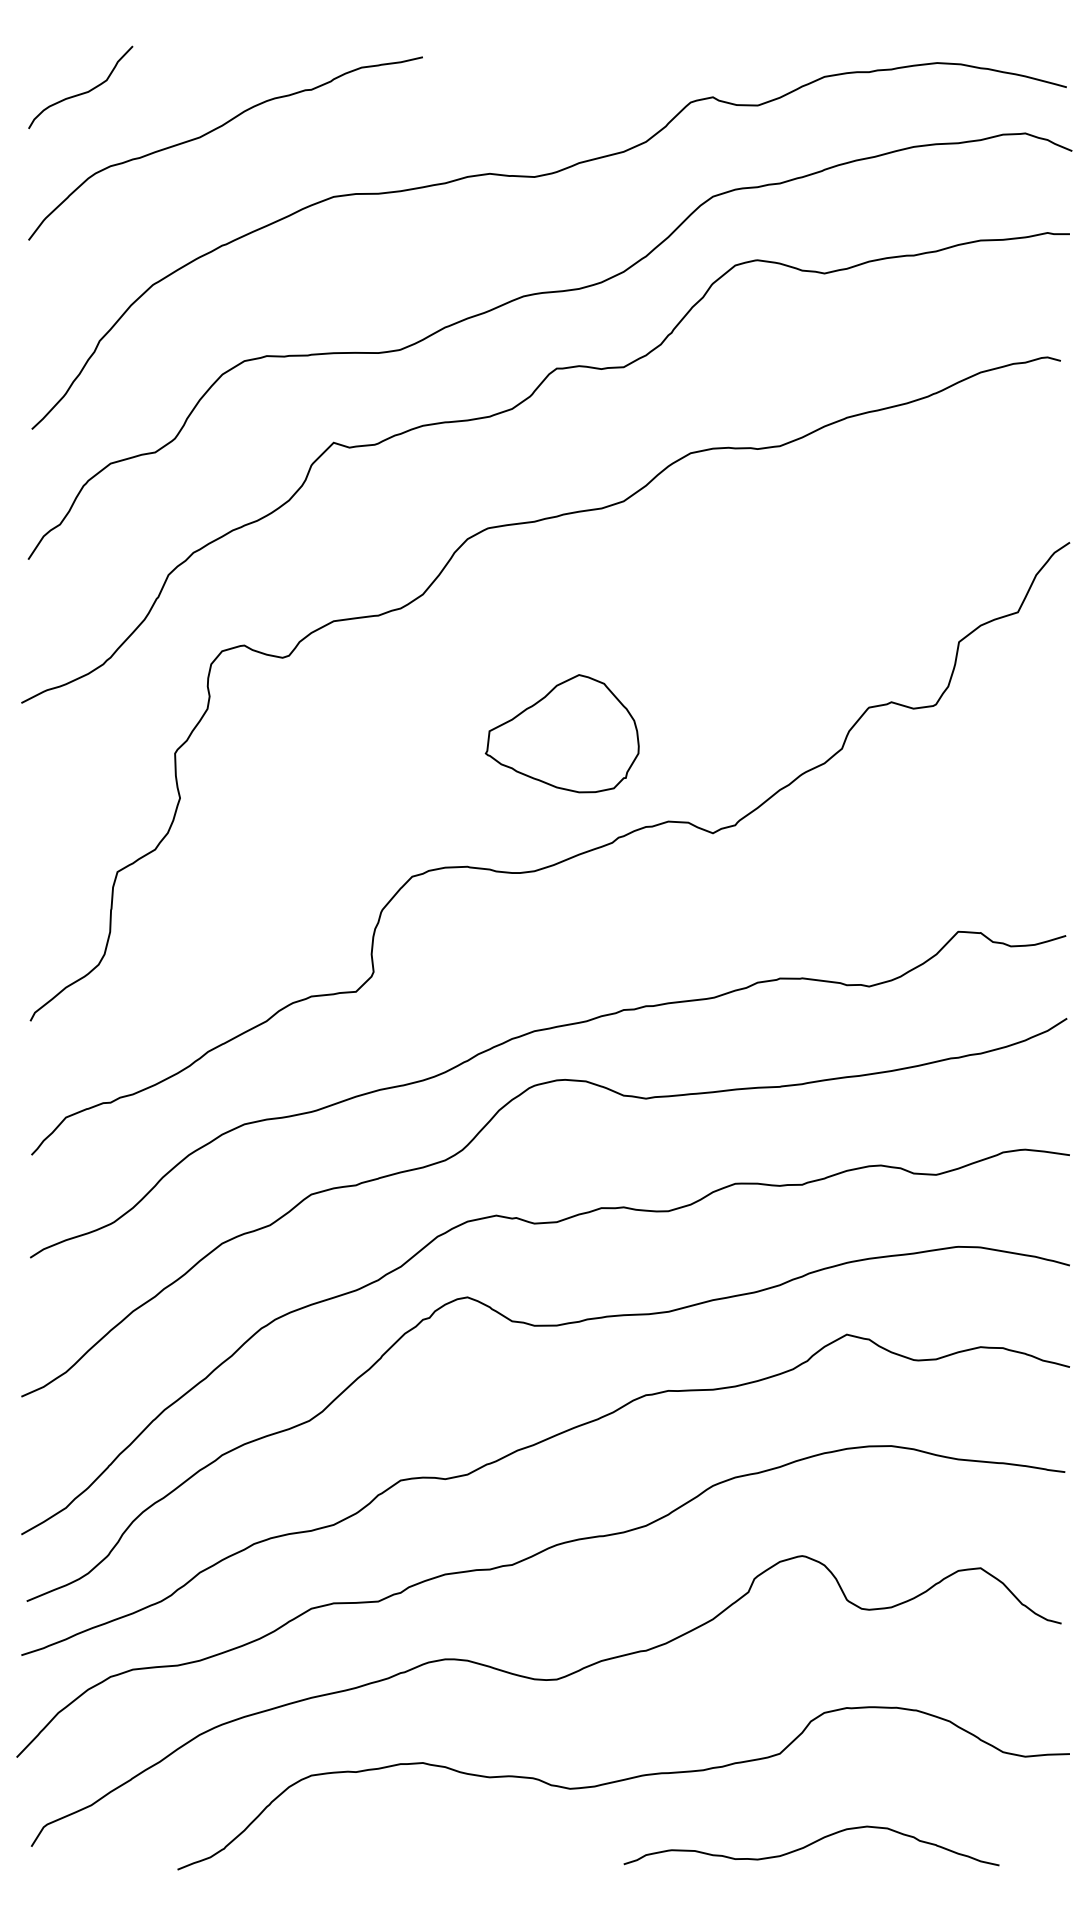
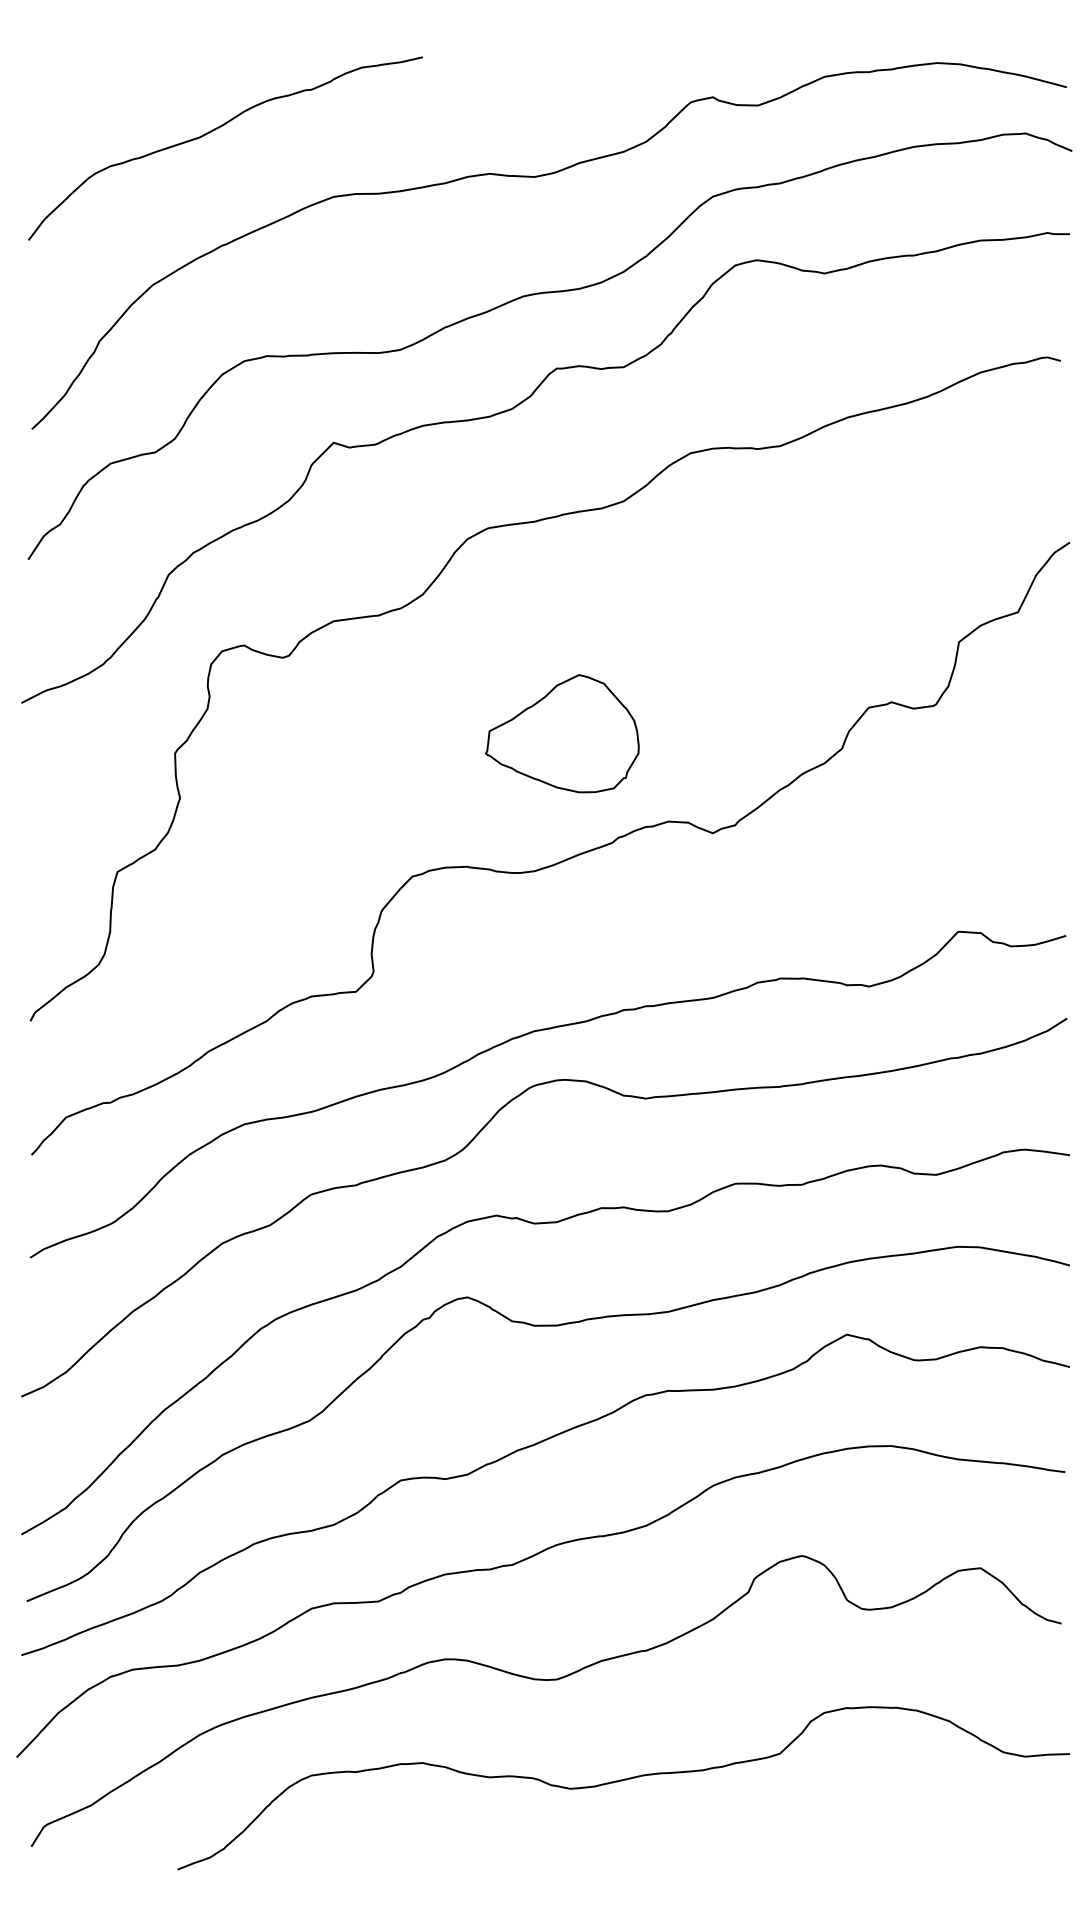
curve at (82, 92): present -> none
curve at (811, 1844): present -> none
